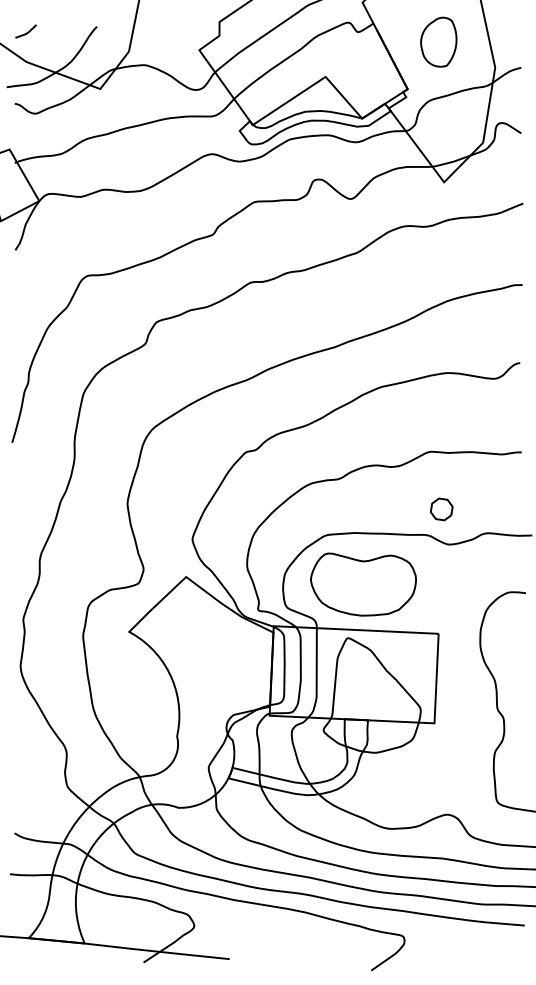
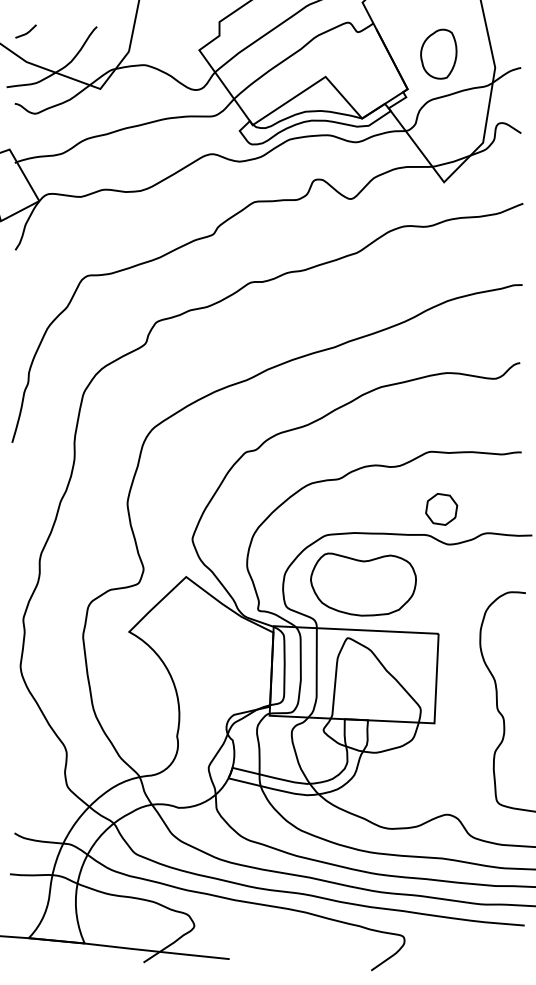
part at (438, 41) position: (438, 41) -> (438, 53)
part at (441, 509) size: 24x25 px -> 34x33 px
